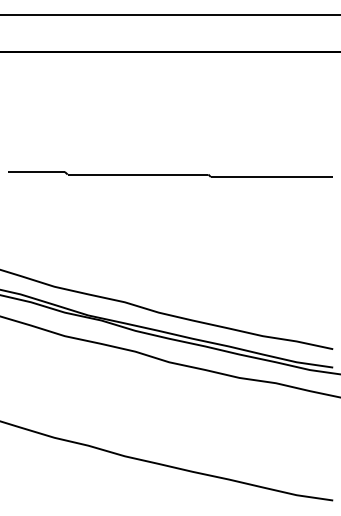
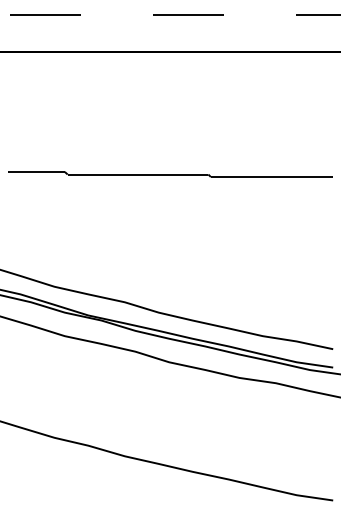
line at (170, 15): solid -> dashed
